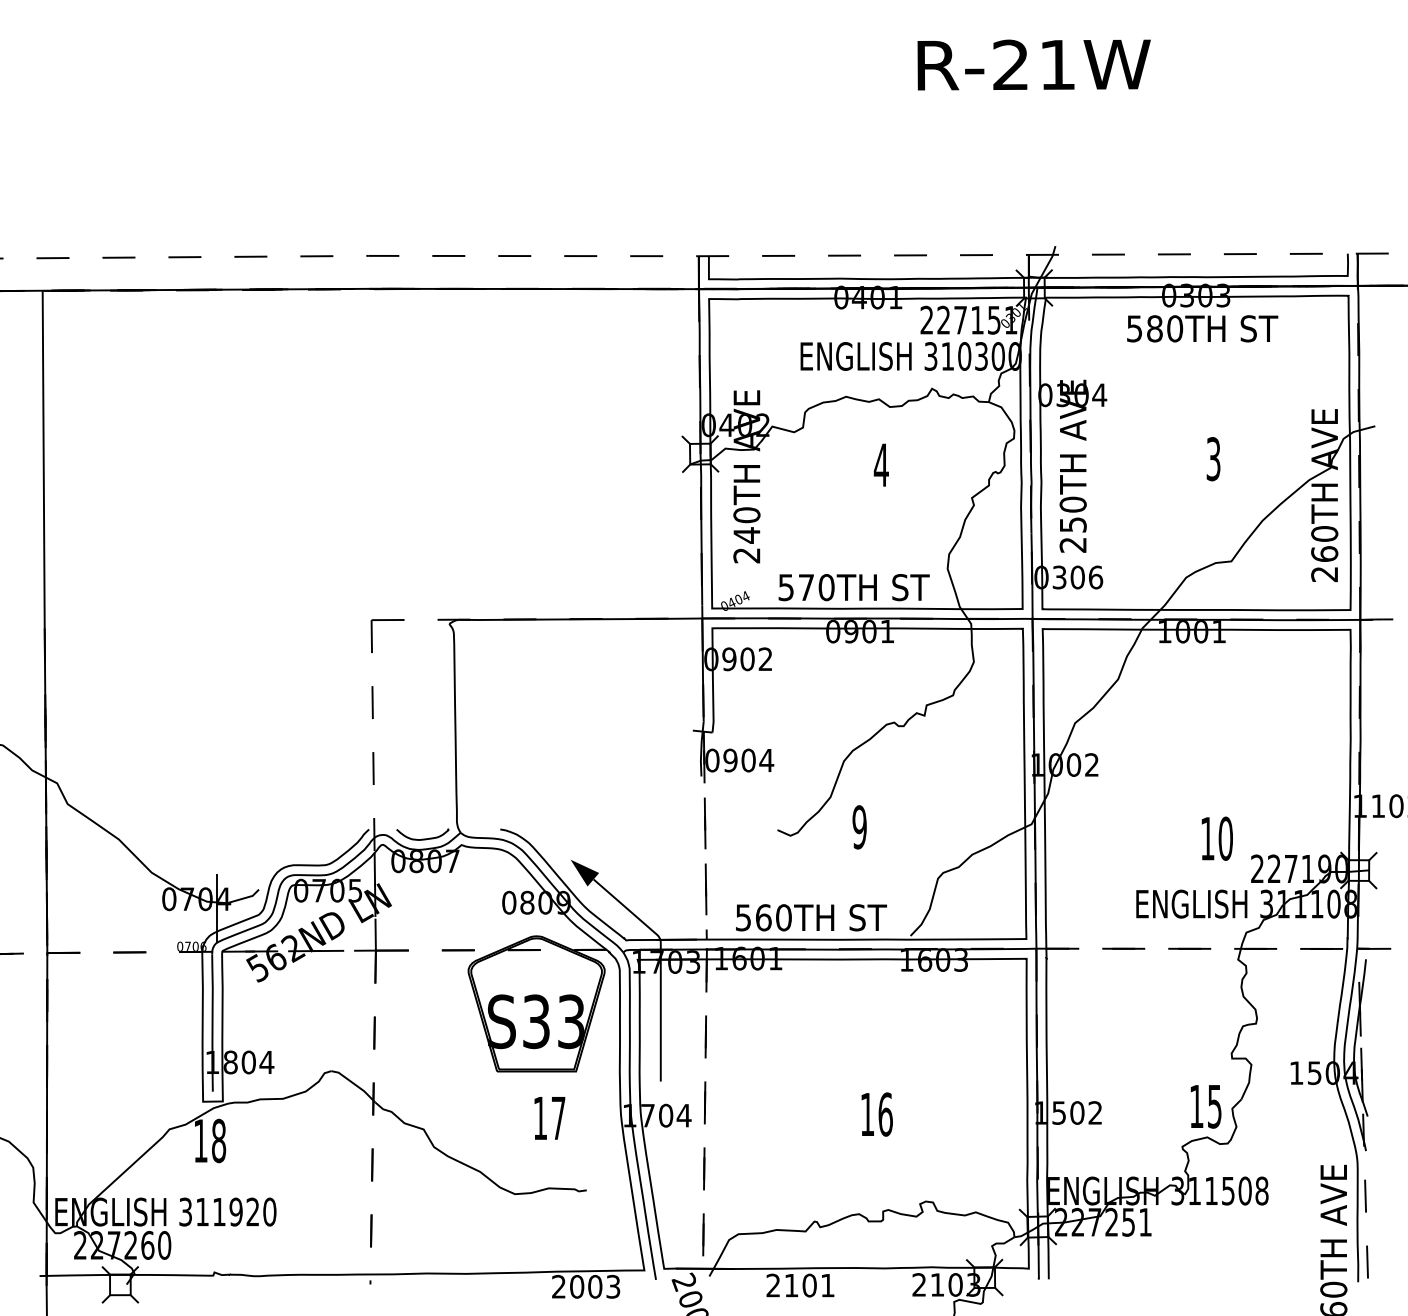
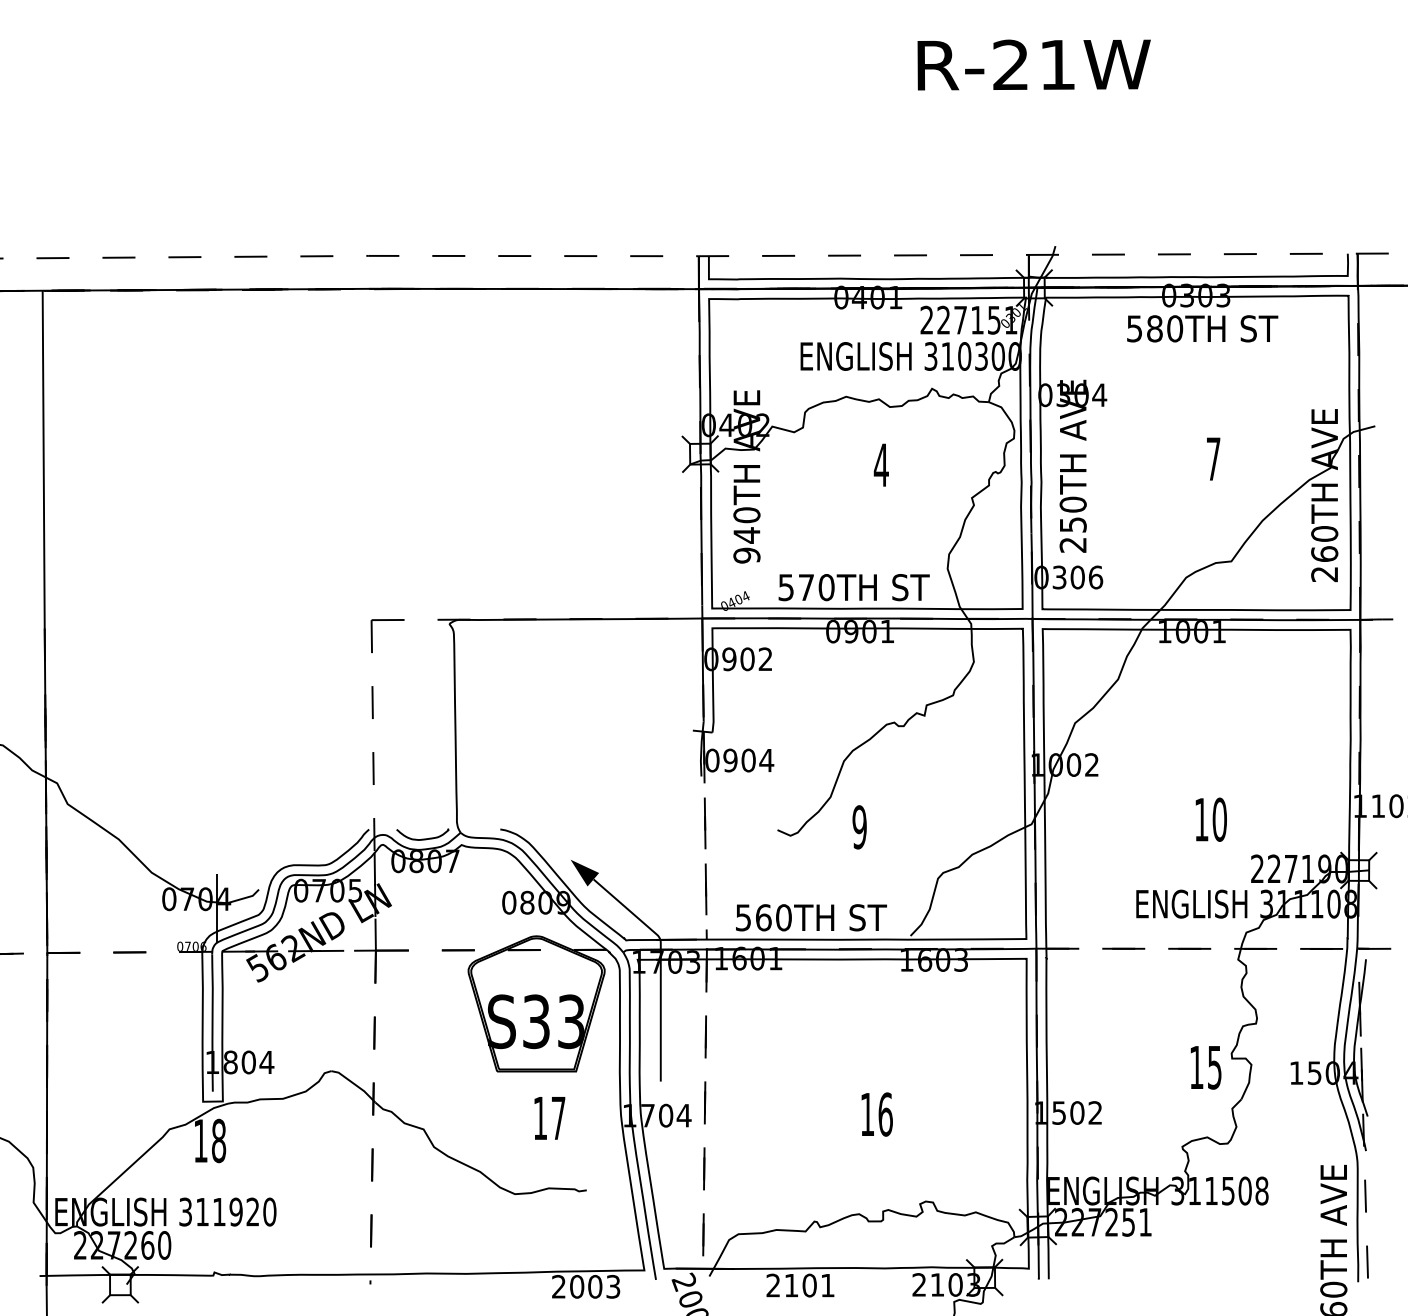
text at (1213, 459): 3 -> 7
text at (746, 555): 240TH -> 940TH
text at (1216, 838) position: (1216, 838) -> (1210, 819)
text at (1205, 1106) position: (1205, 1106) -> (1205, 1067)
